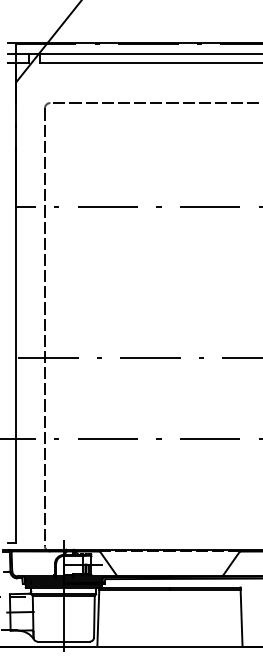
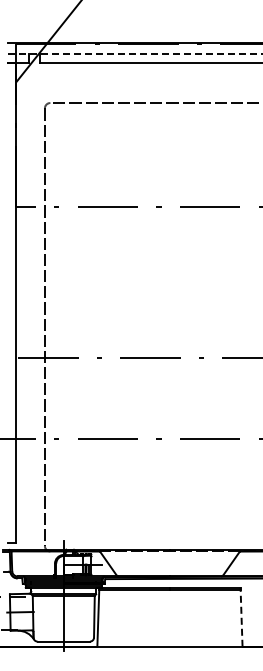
line at (135, 53): solid -> dashed
line at (241, 617): solid -> dashed
